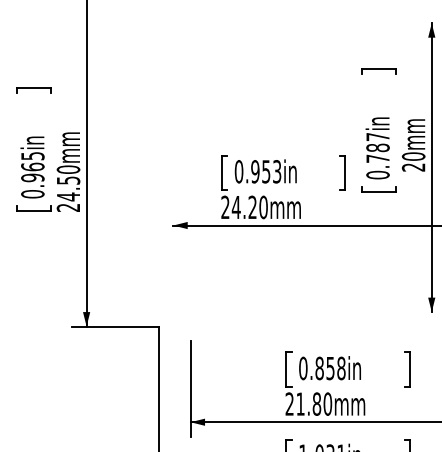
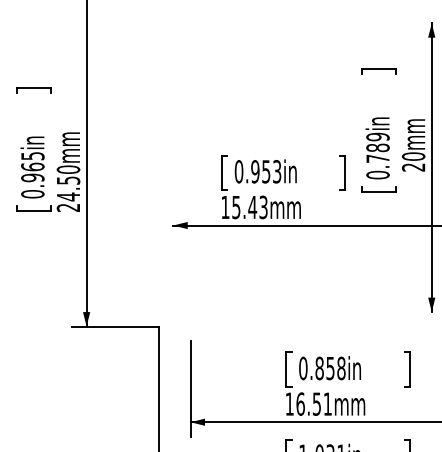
text at (377, 136): 0.787in -> 0.789in
text at (244, 207): 24.20mm -> 15.43mm
text at (308, 403): 21.80mm -> 16.51mm
